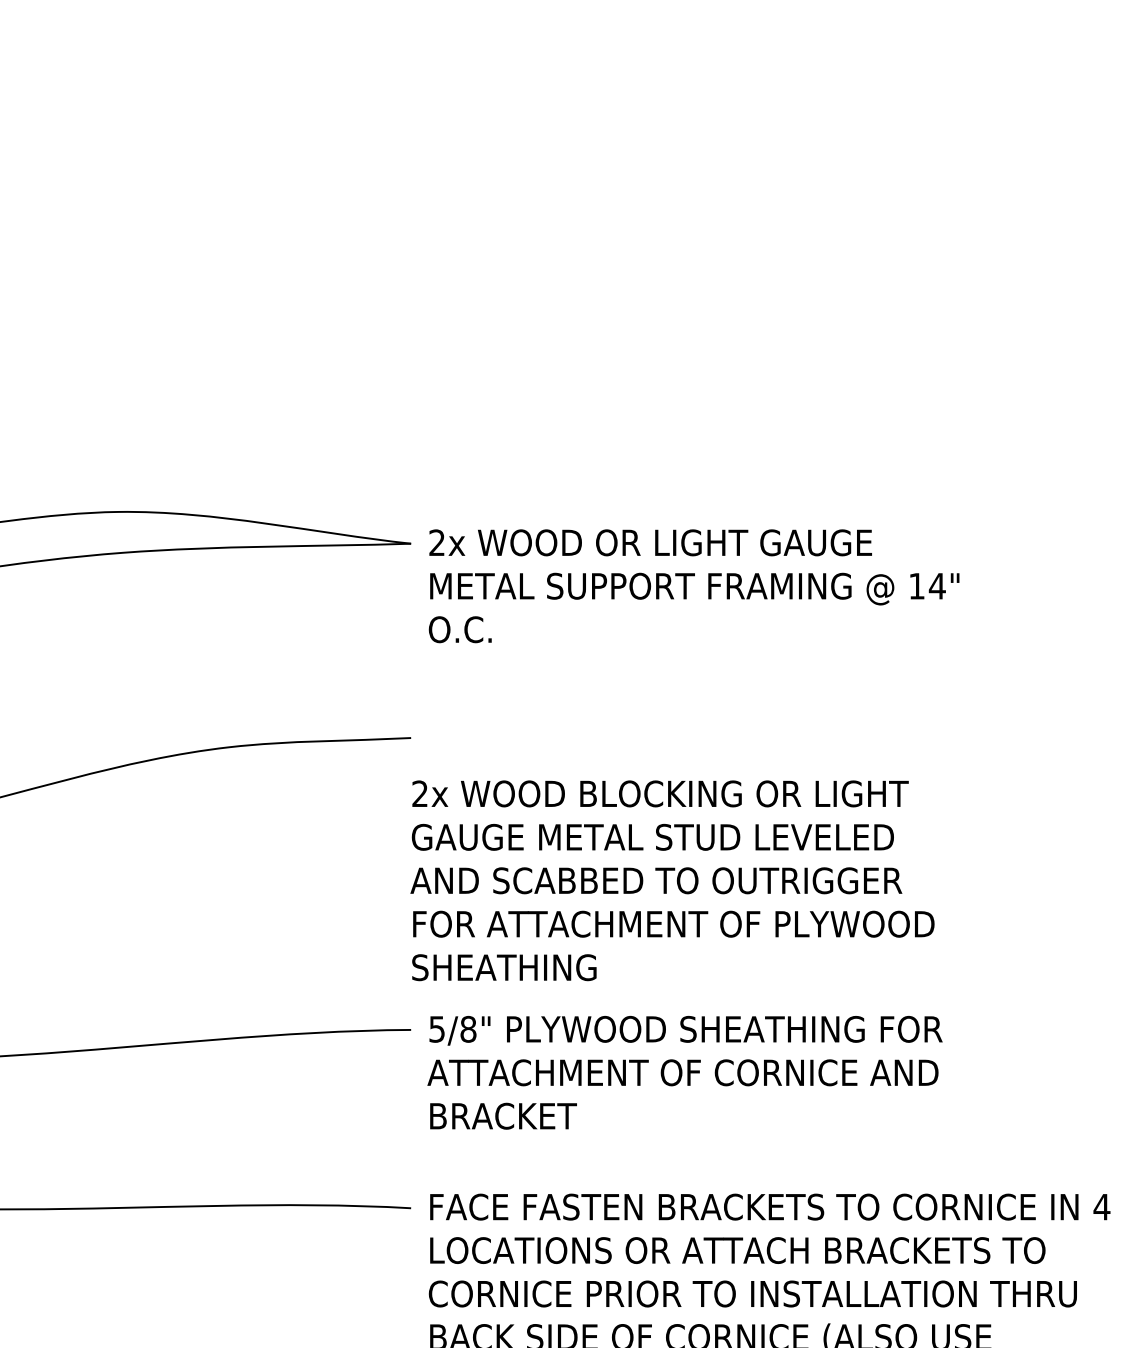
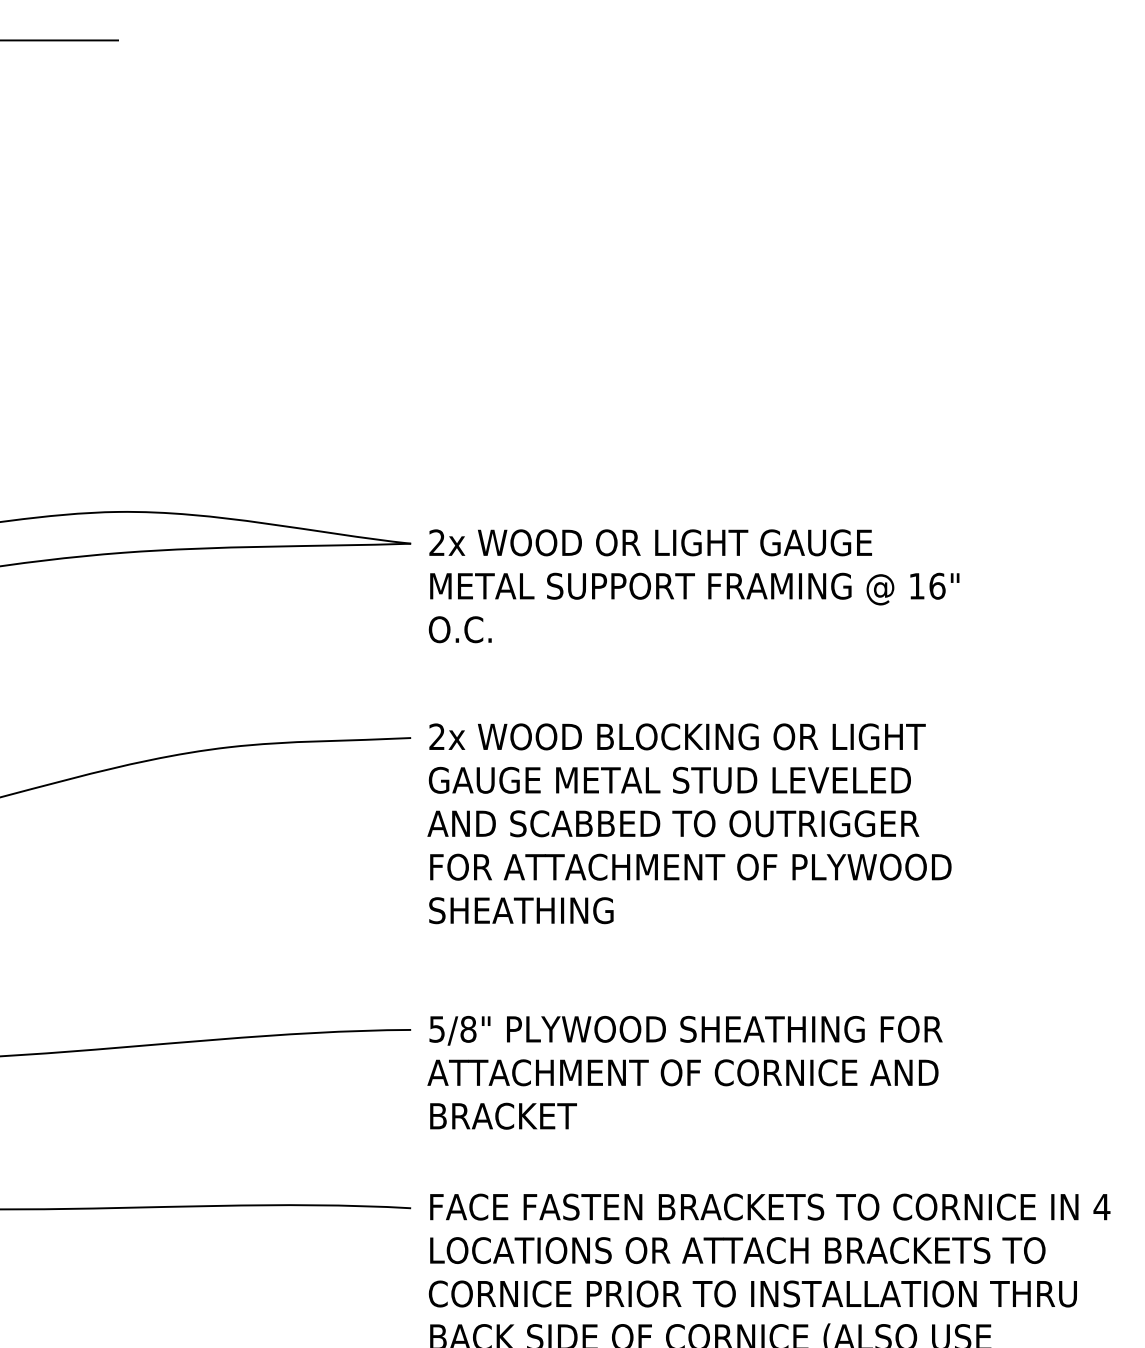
line at (60, 40): none -> present
text at (936, 585): 14" -> 16"
text at (672, 880) position: (672, 880) -> (689, 823)
